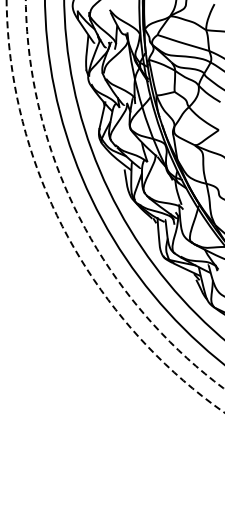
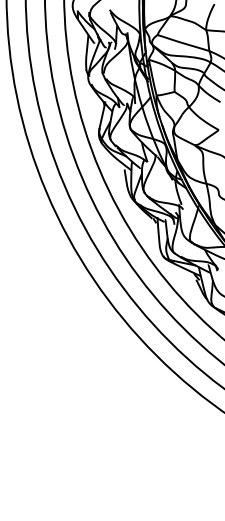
circle at (124, 194): dashed -> solid
circle at (115, 206): dashed -> solid
